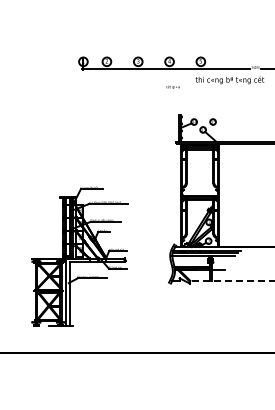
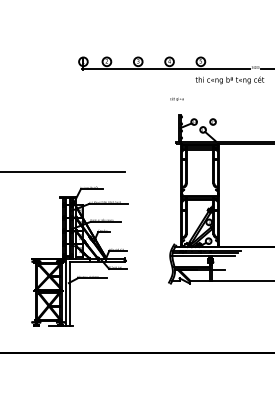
text at (172, 86) position: (172, 86) -> (176, 98)
line at (63, 171): none -> present
line at (231, 280): dashed -> solid
